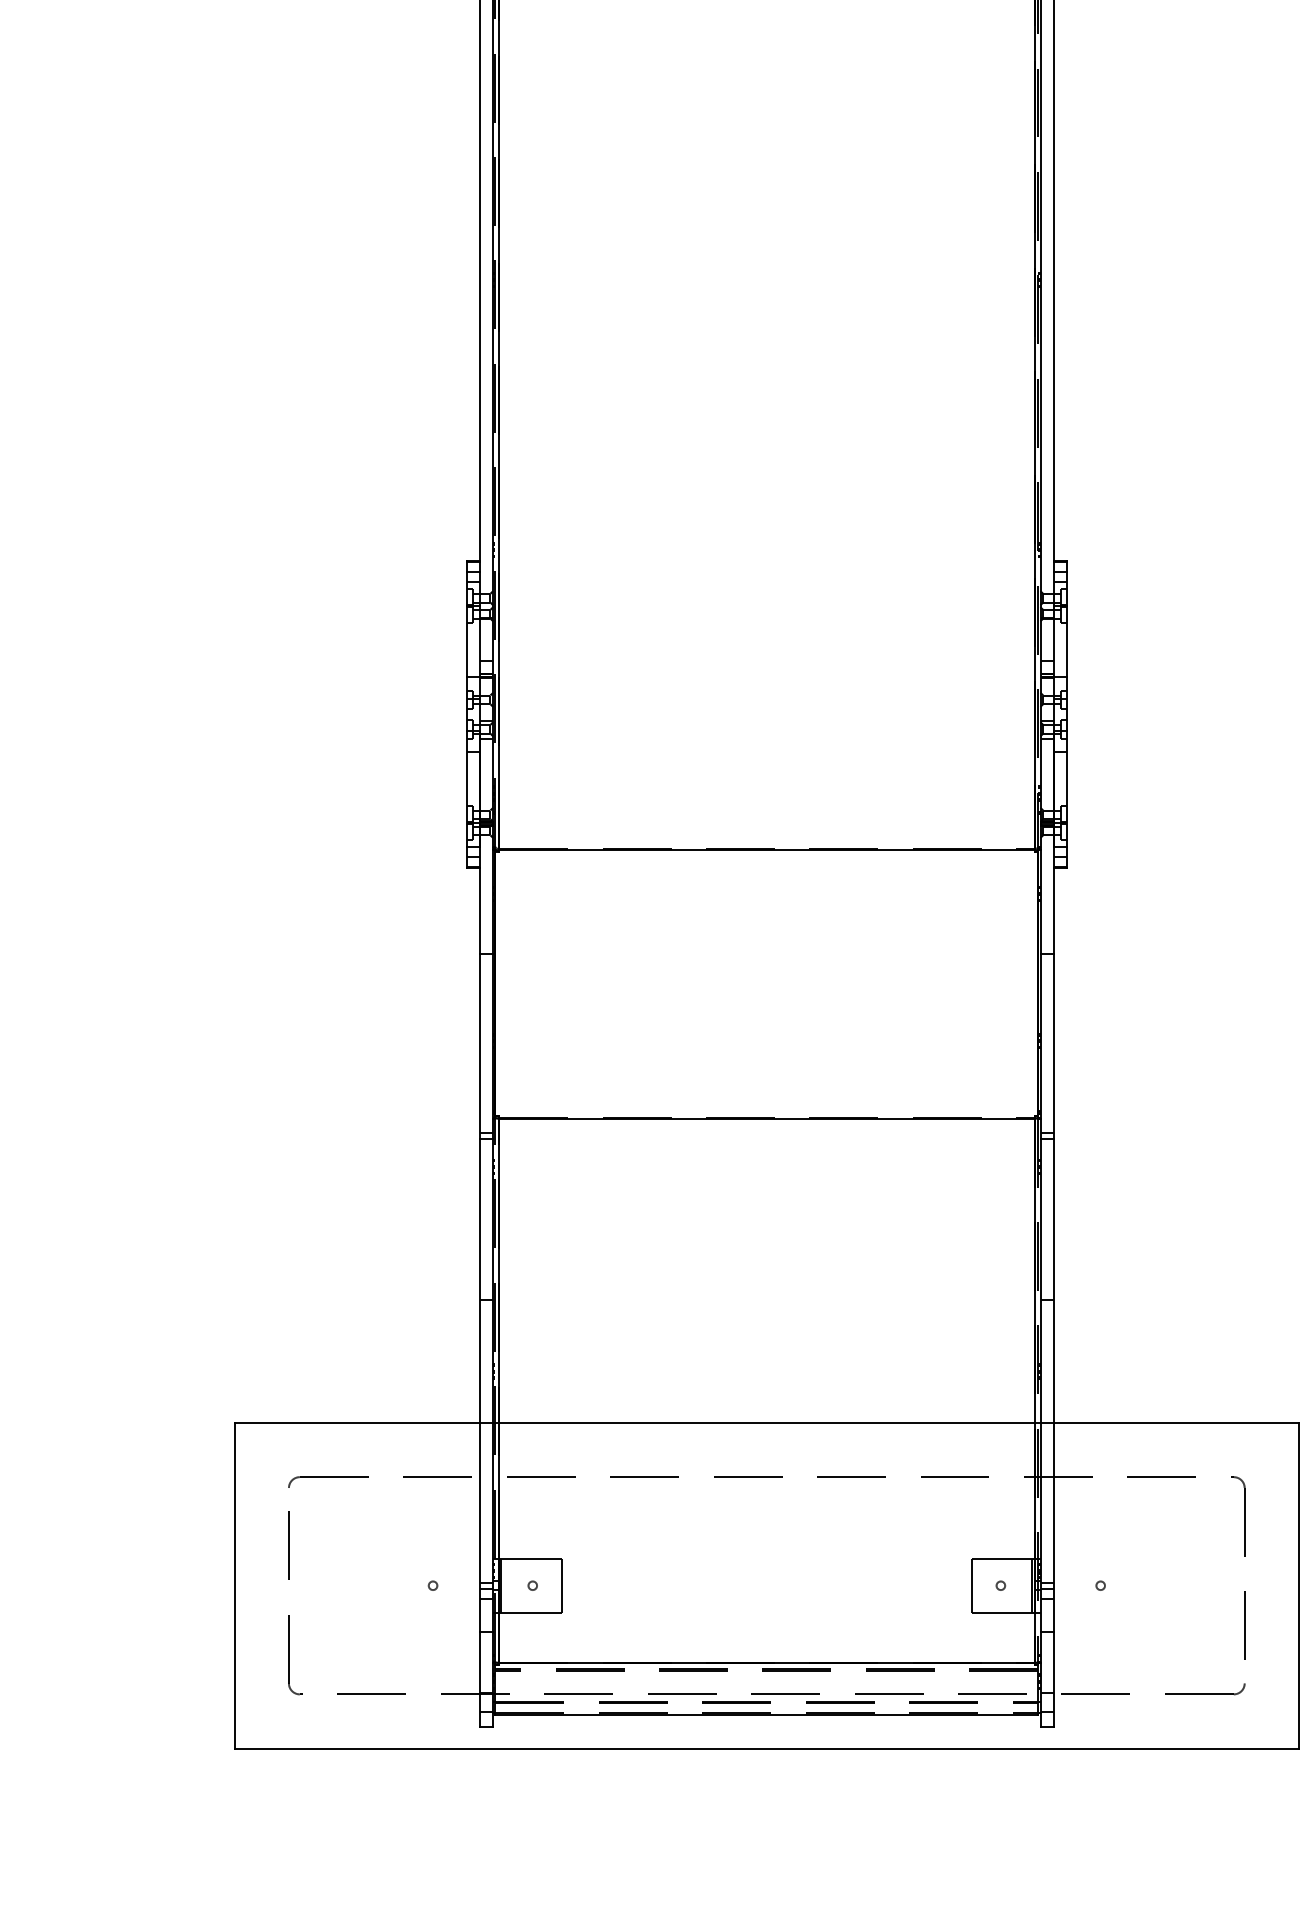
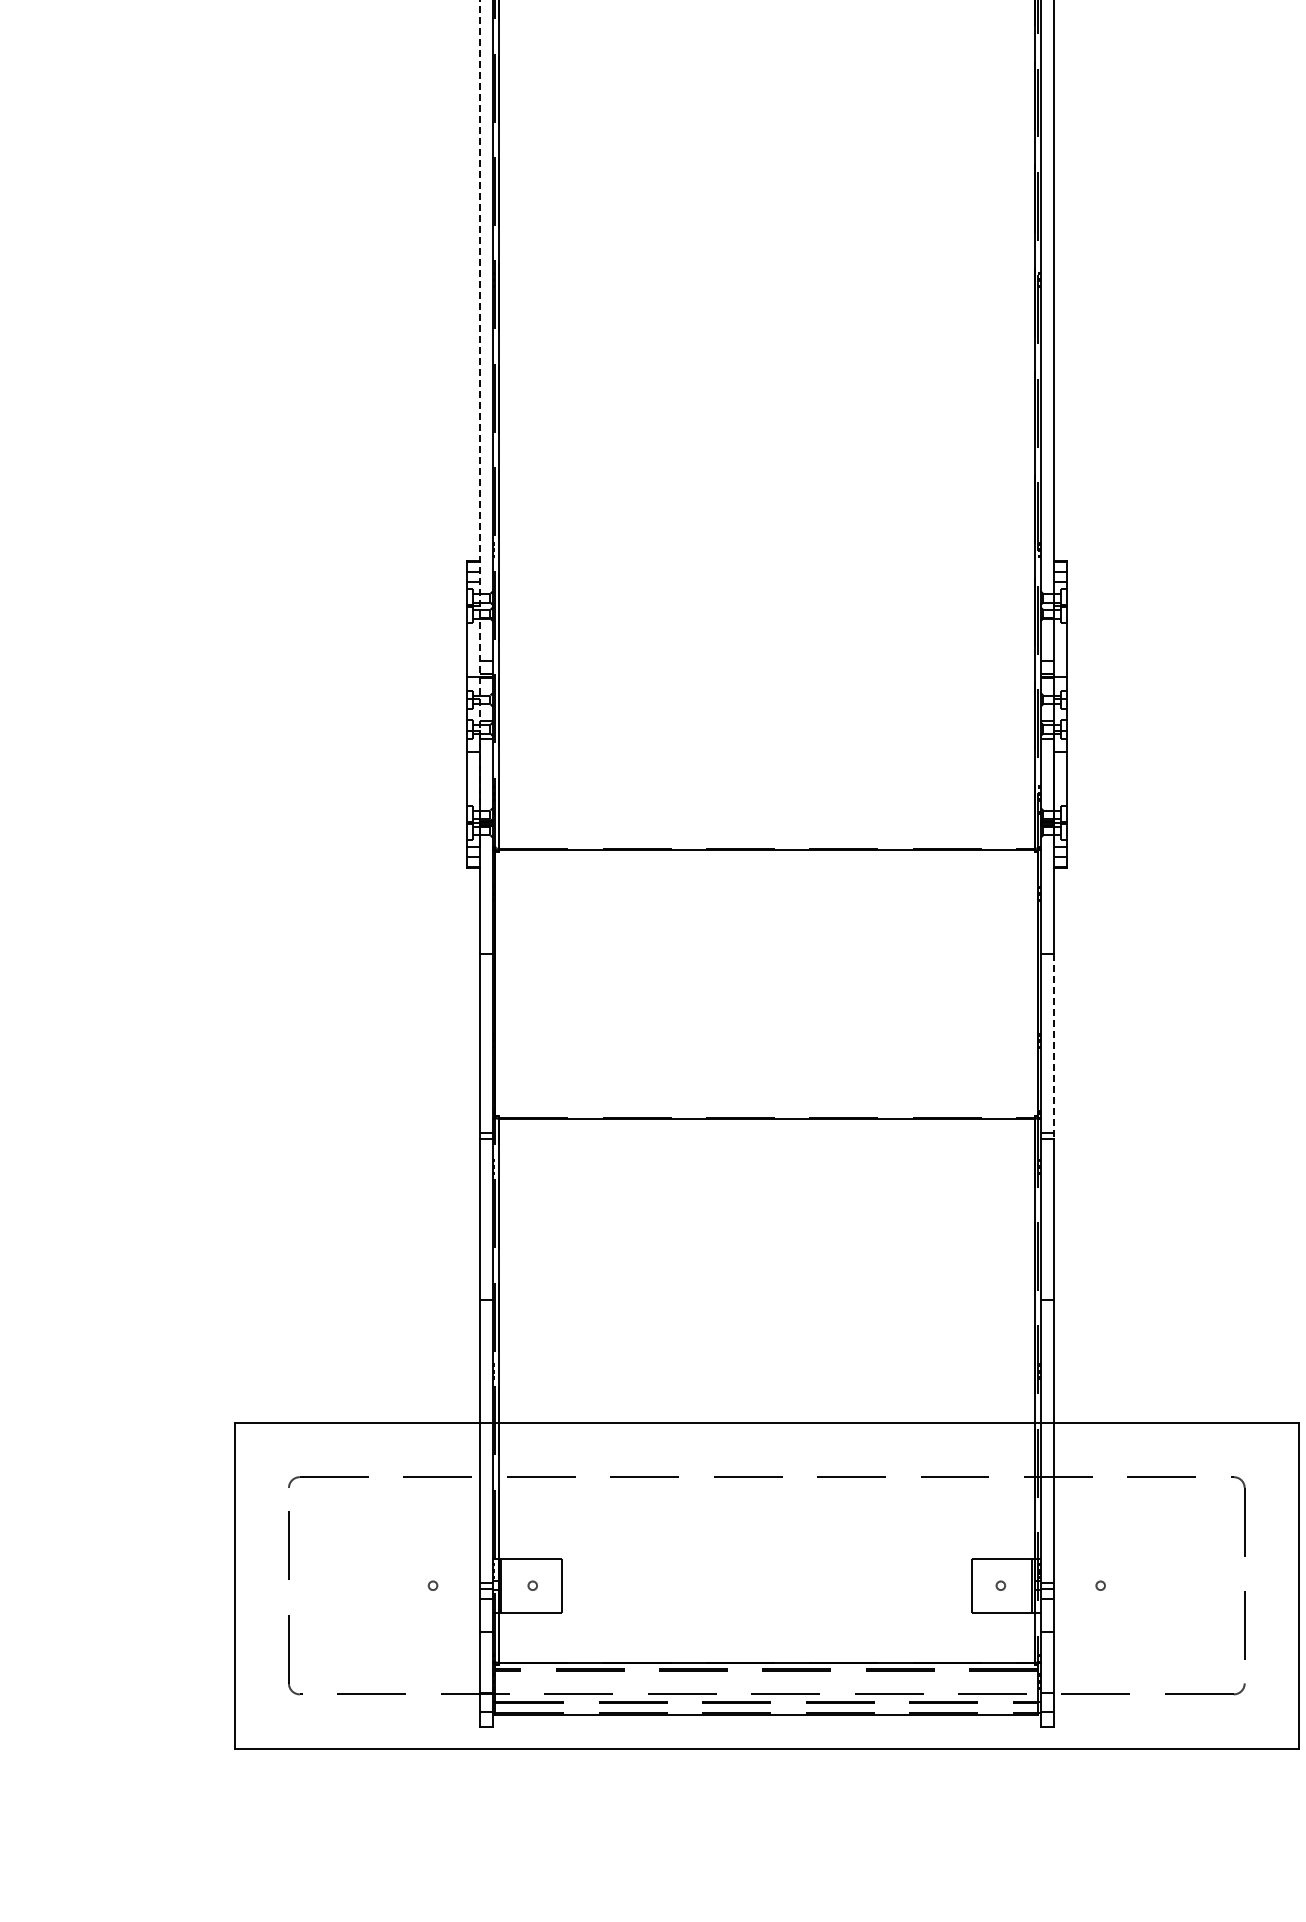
line at (480, 411): solid -> dashed
line at (1053, 1047): solid -> dashed
